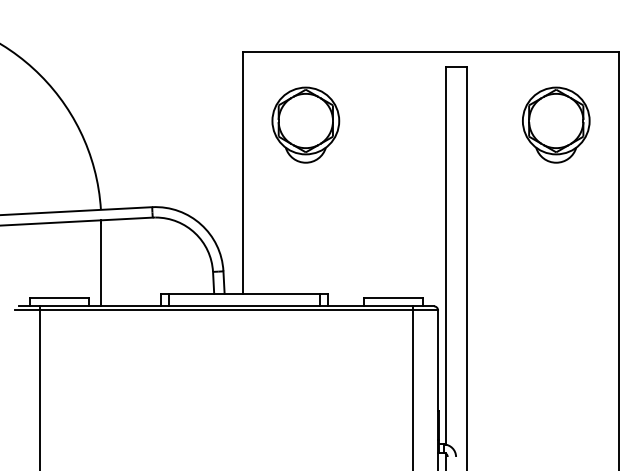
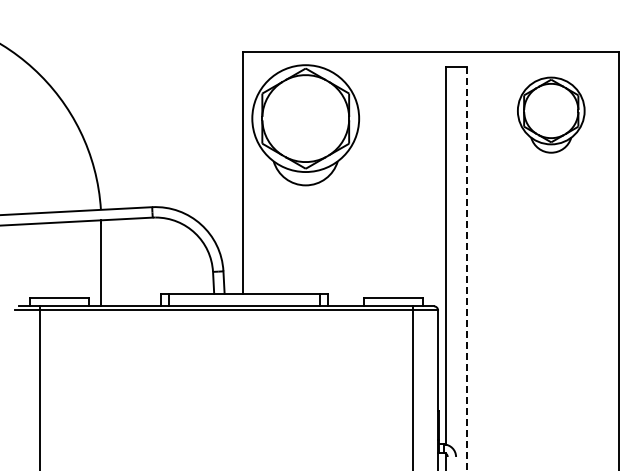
part at (305, 124) size: 70x78 px -> 110x123 px
part at (556, 124) position: (556, 124) -> (551, 114)
line at (466, 268): solid -> dashed
